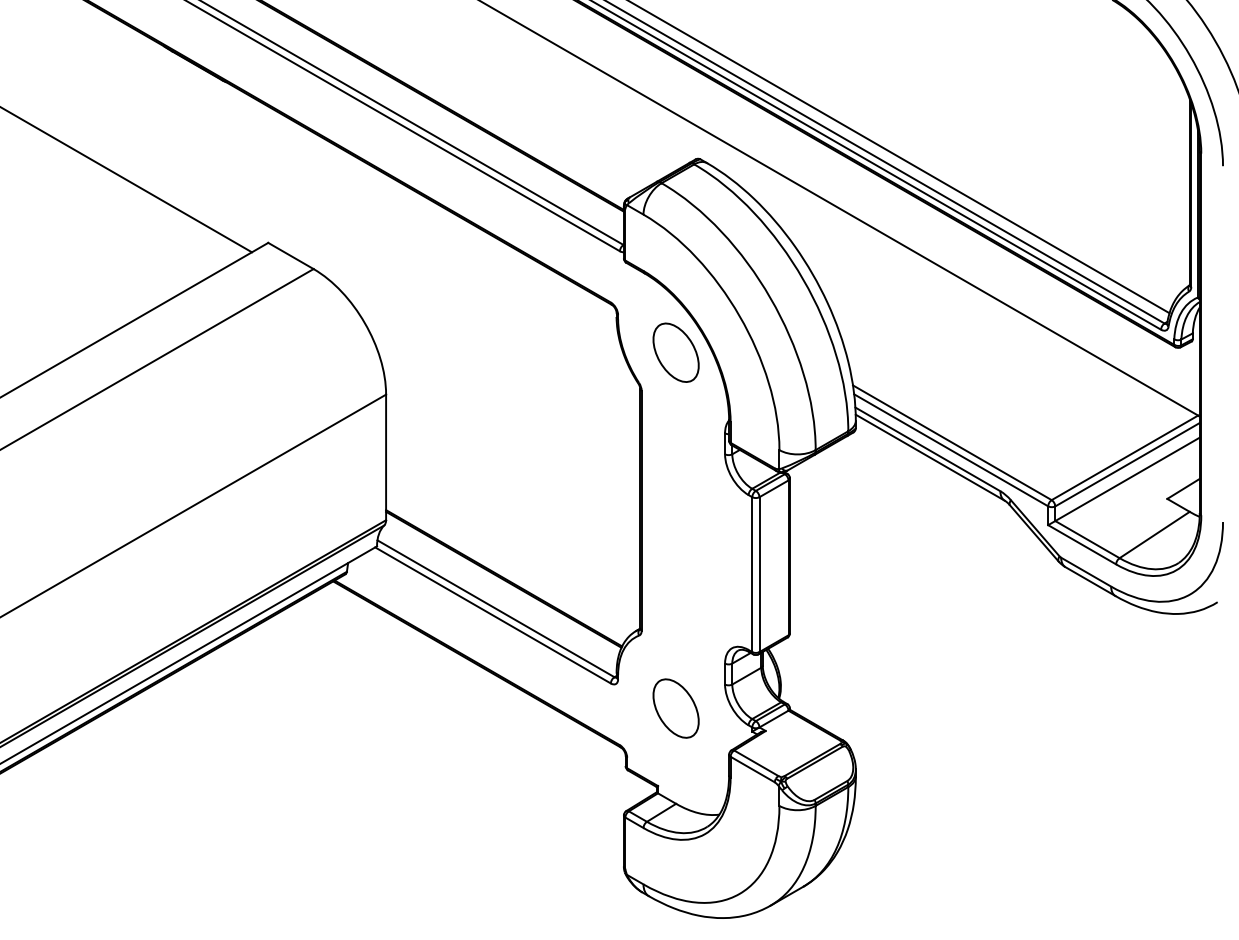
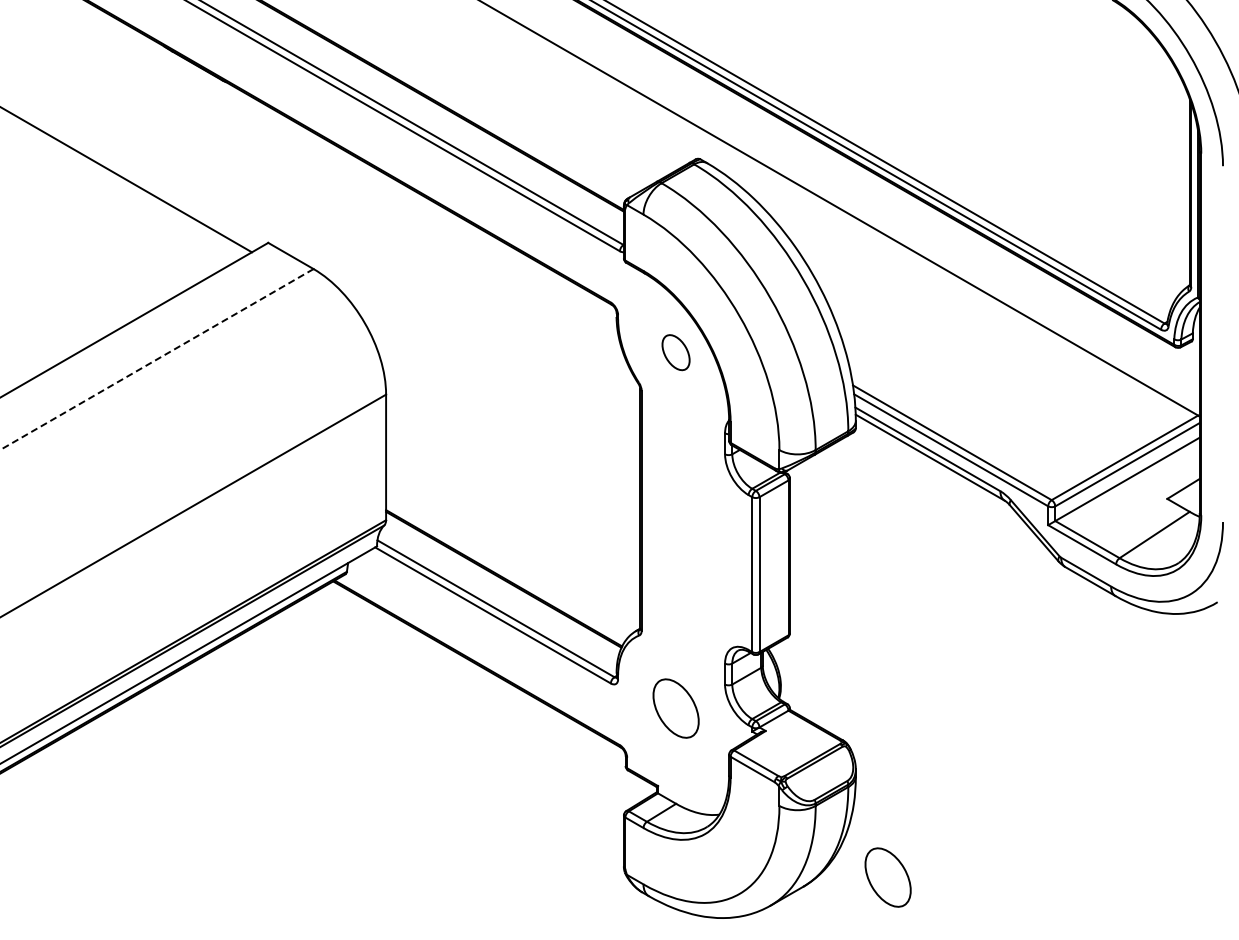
line at (899, 157): present -> none
part at (675, 352) size: 48x61 px -> 30x38 px
line at (156, 359): solid -> dashed
part at (887, 877): none -> present
